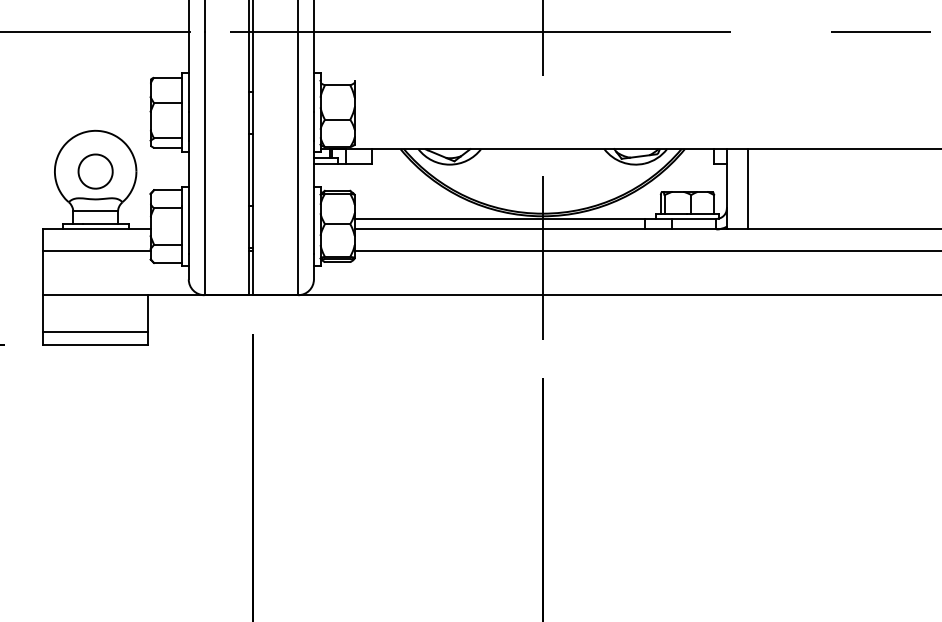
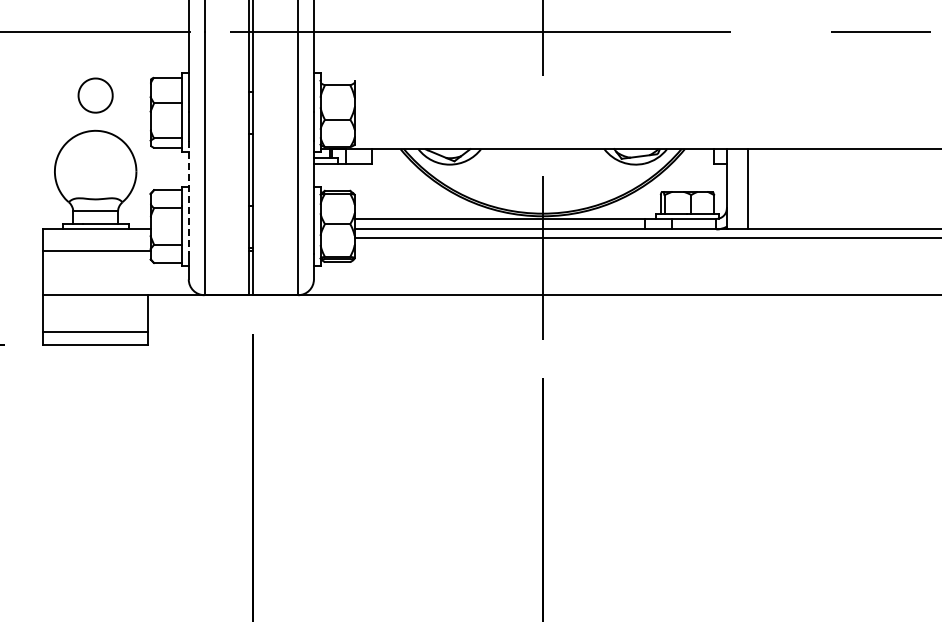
part at (95, 171) position: (95, 171) -> (95, 95)
line at (188, 197): solid -> dashed
line at (646, 250) position: (646, 250) -> (646, 237)
